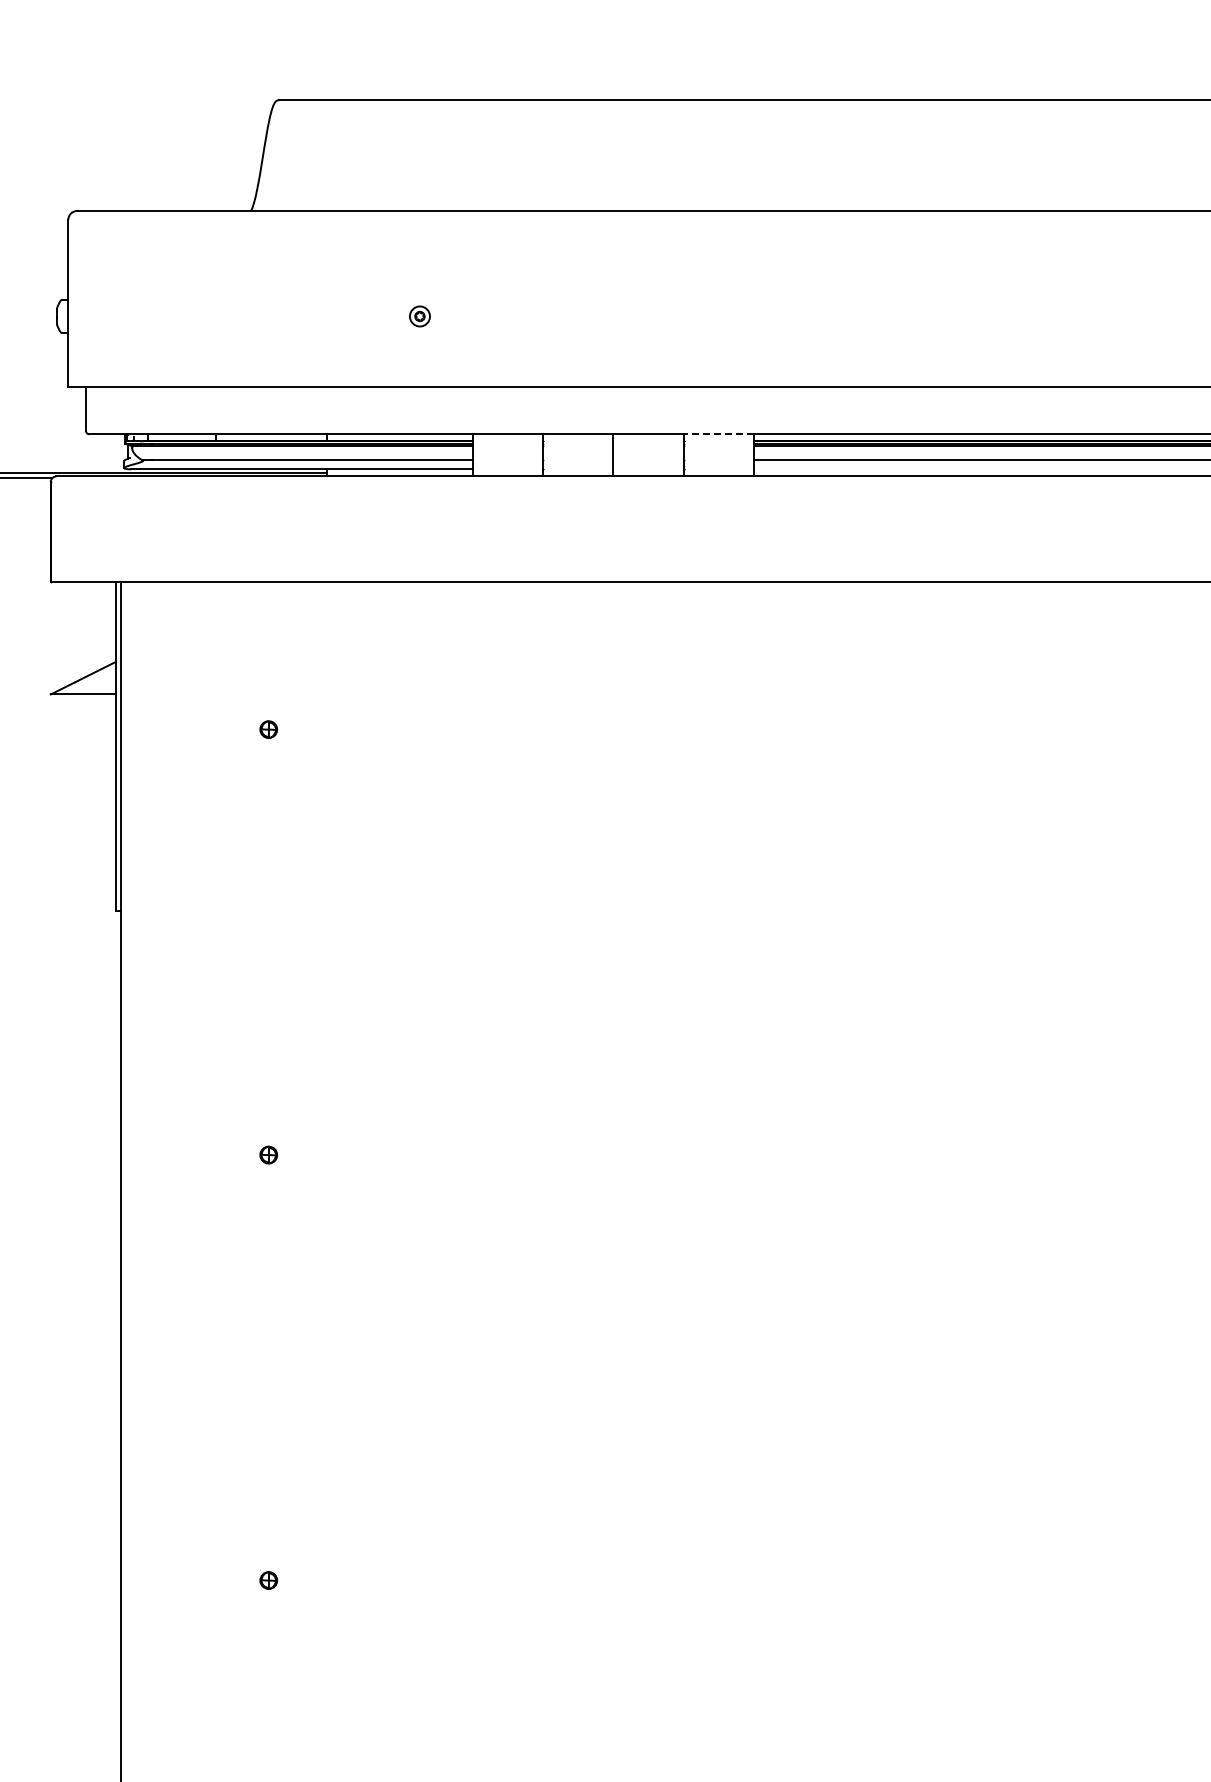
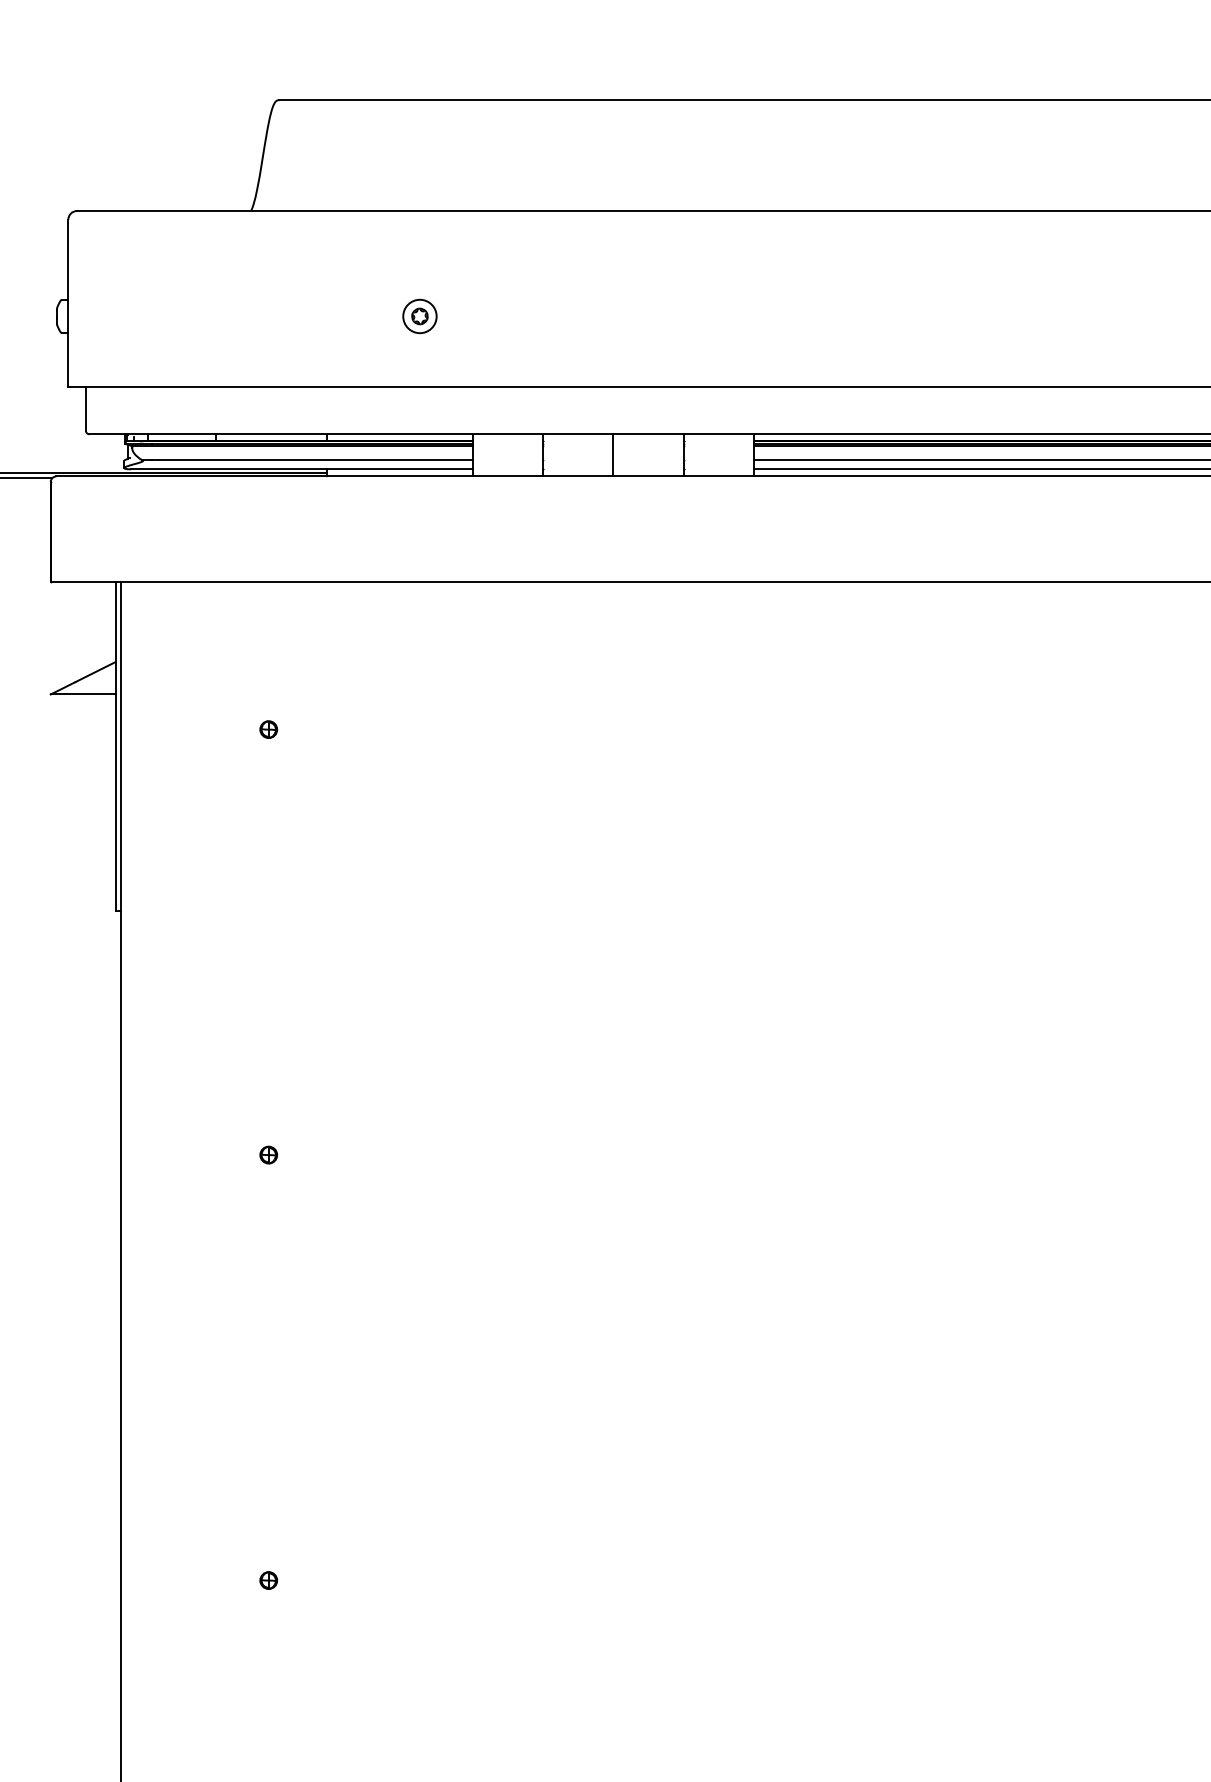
part at (419, 316) size: 22x23 px -> 36x37 px
line at (718, 434): dashed -> solid
line at (980, 469): none -> present
